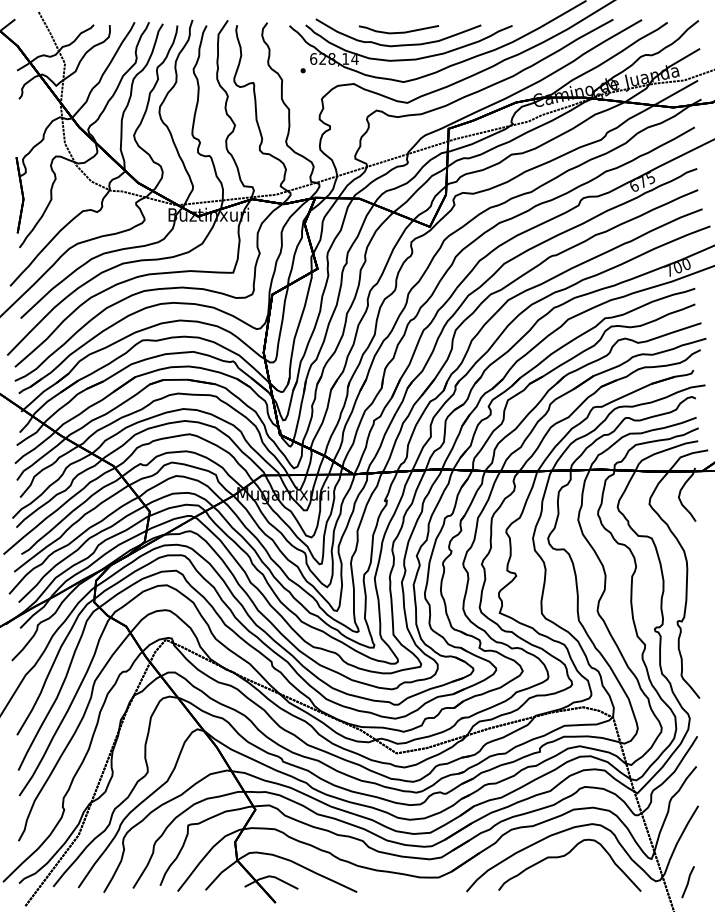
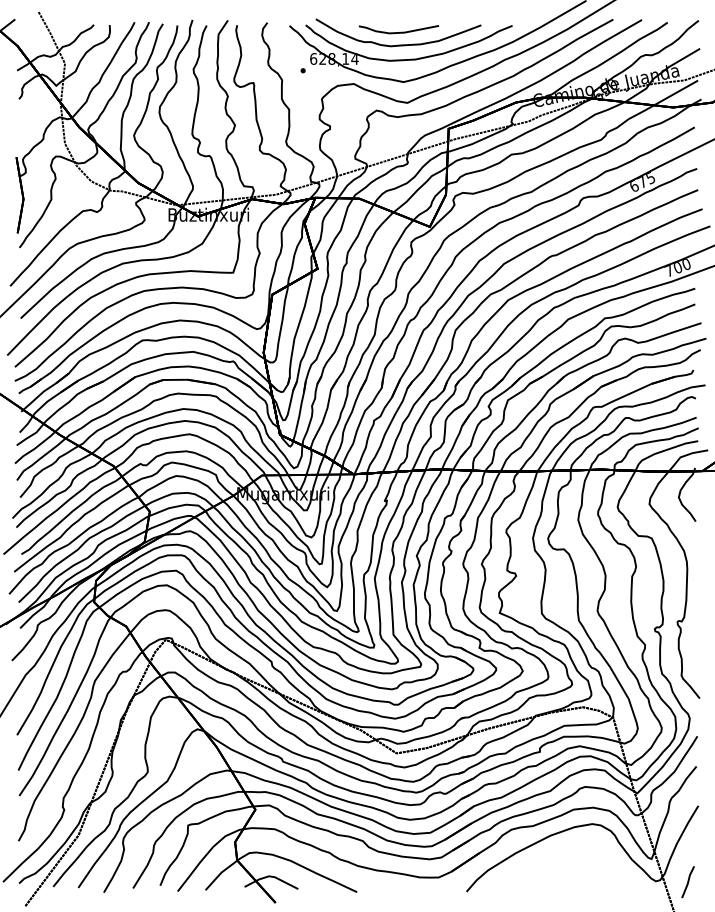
curve at (565, 856): present -> none
